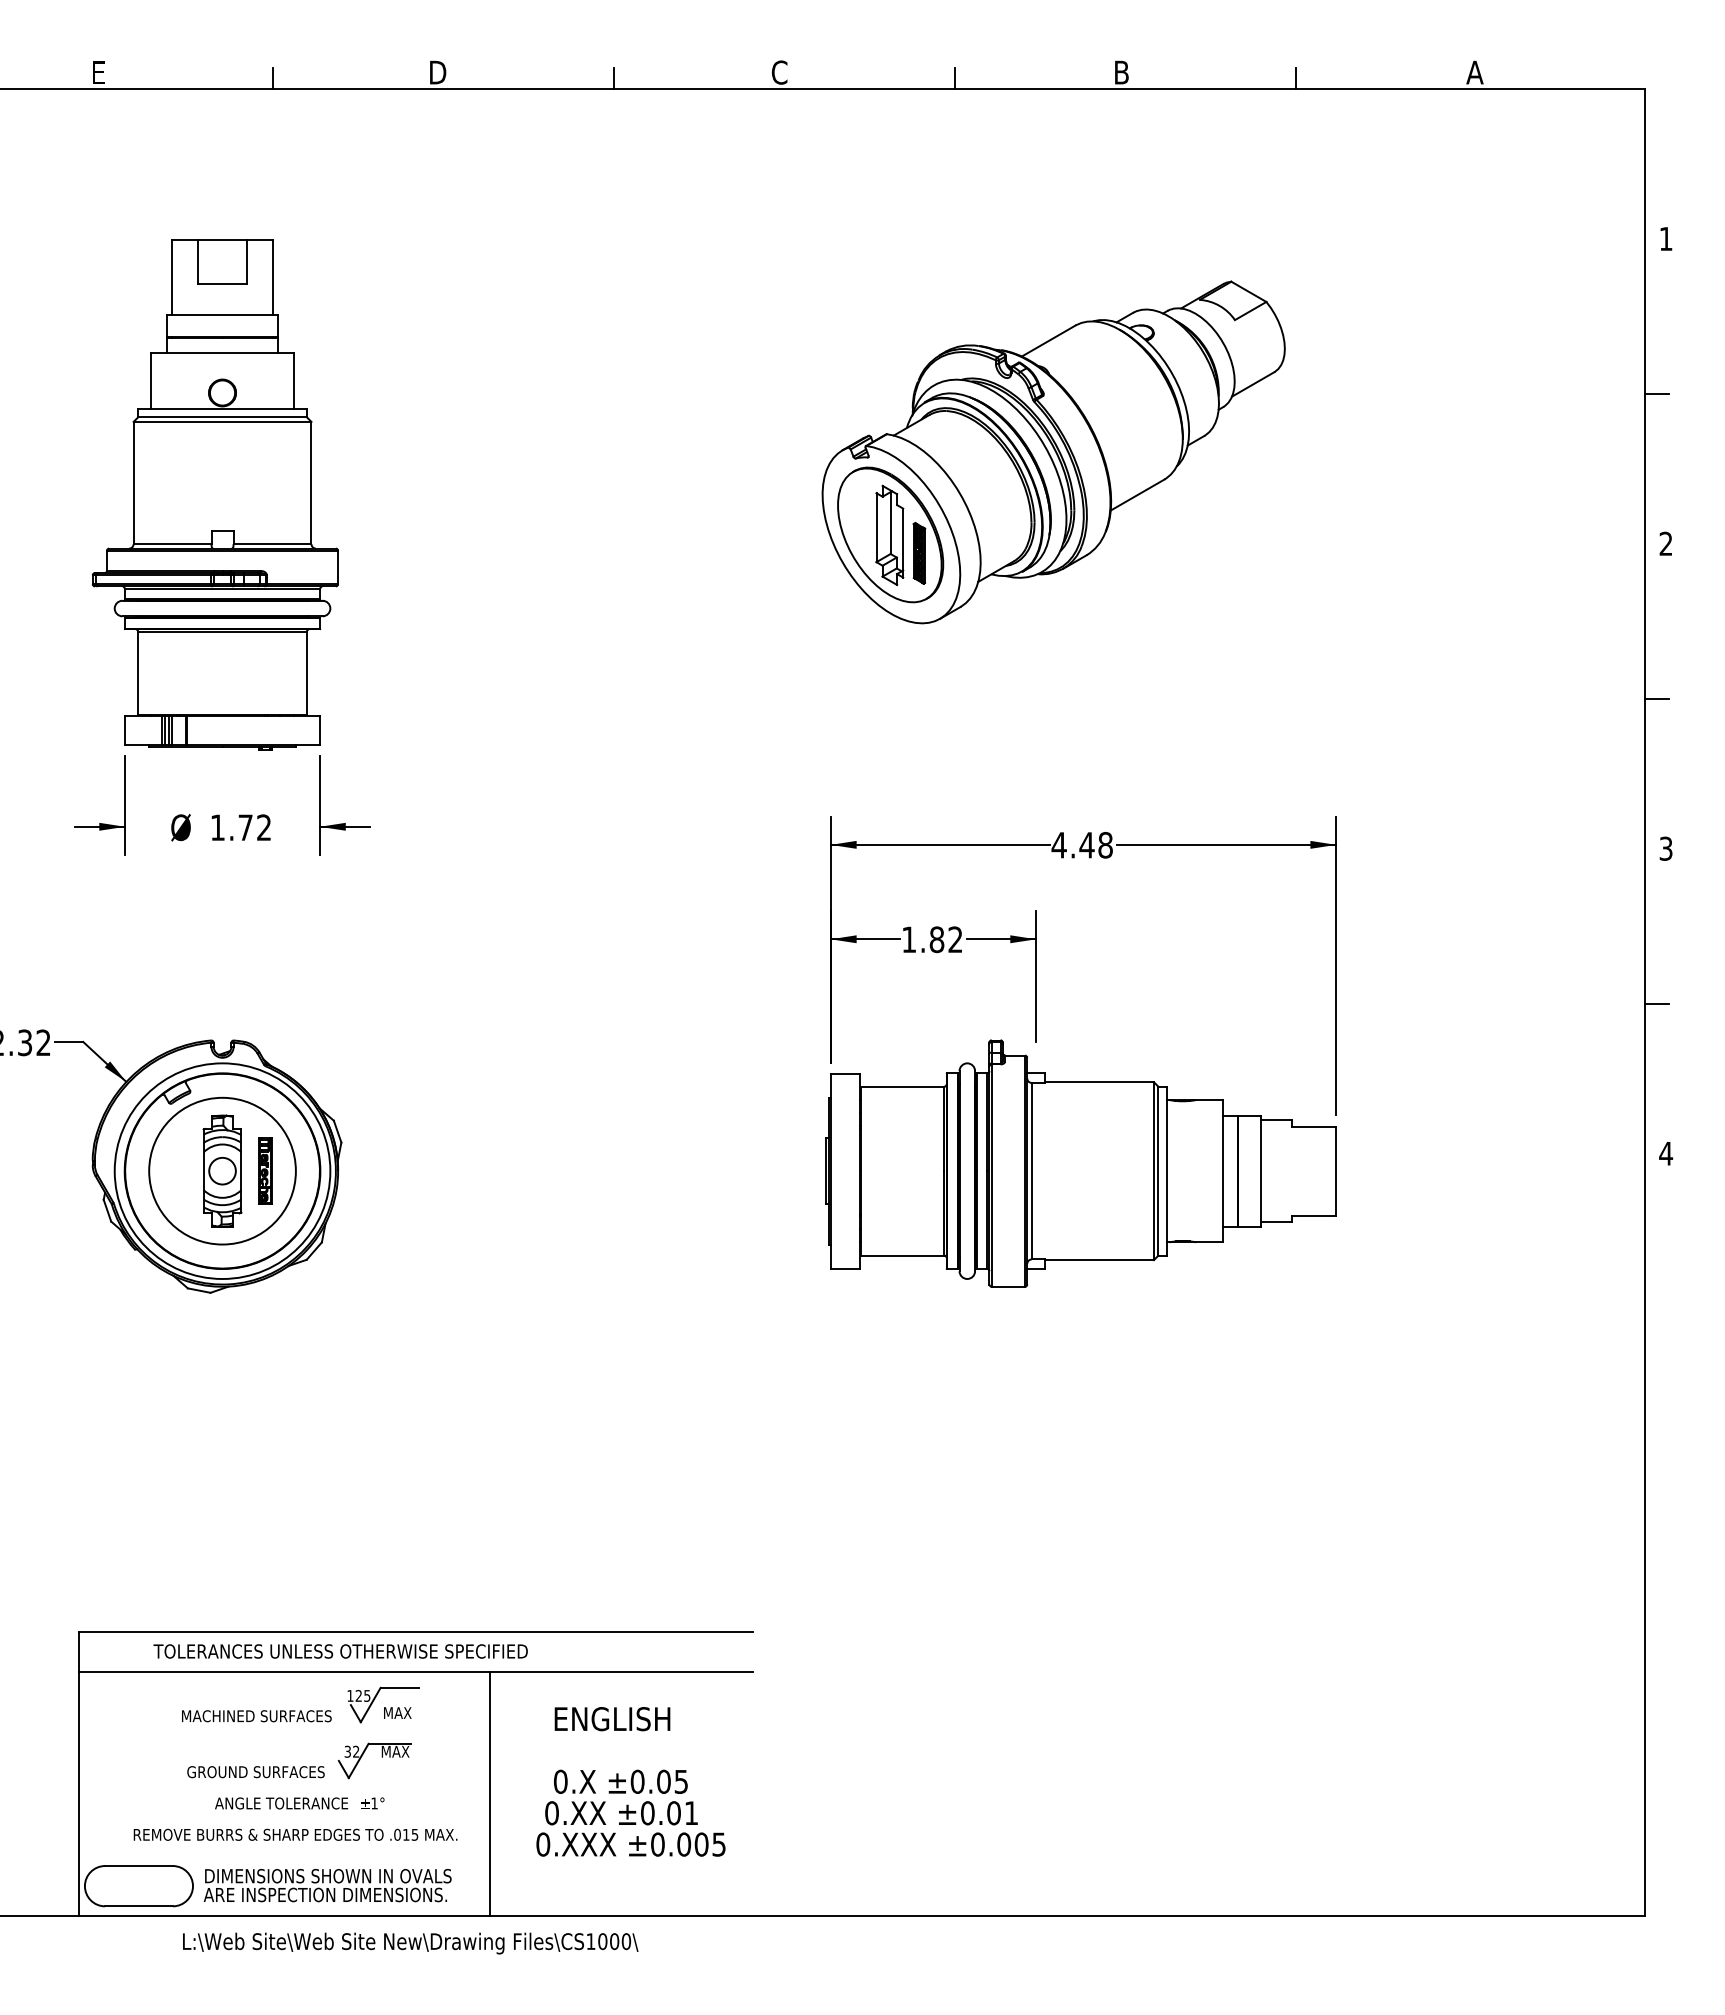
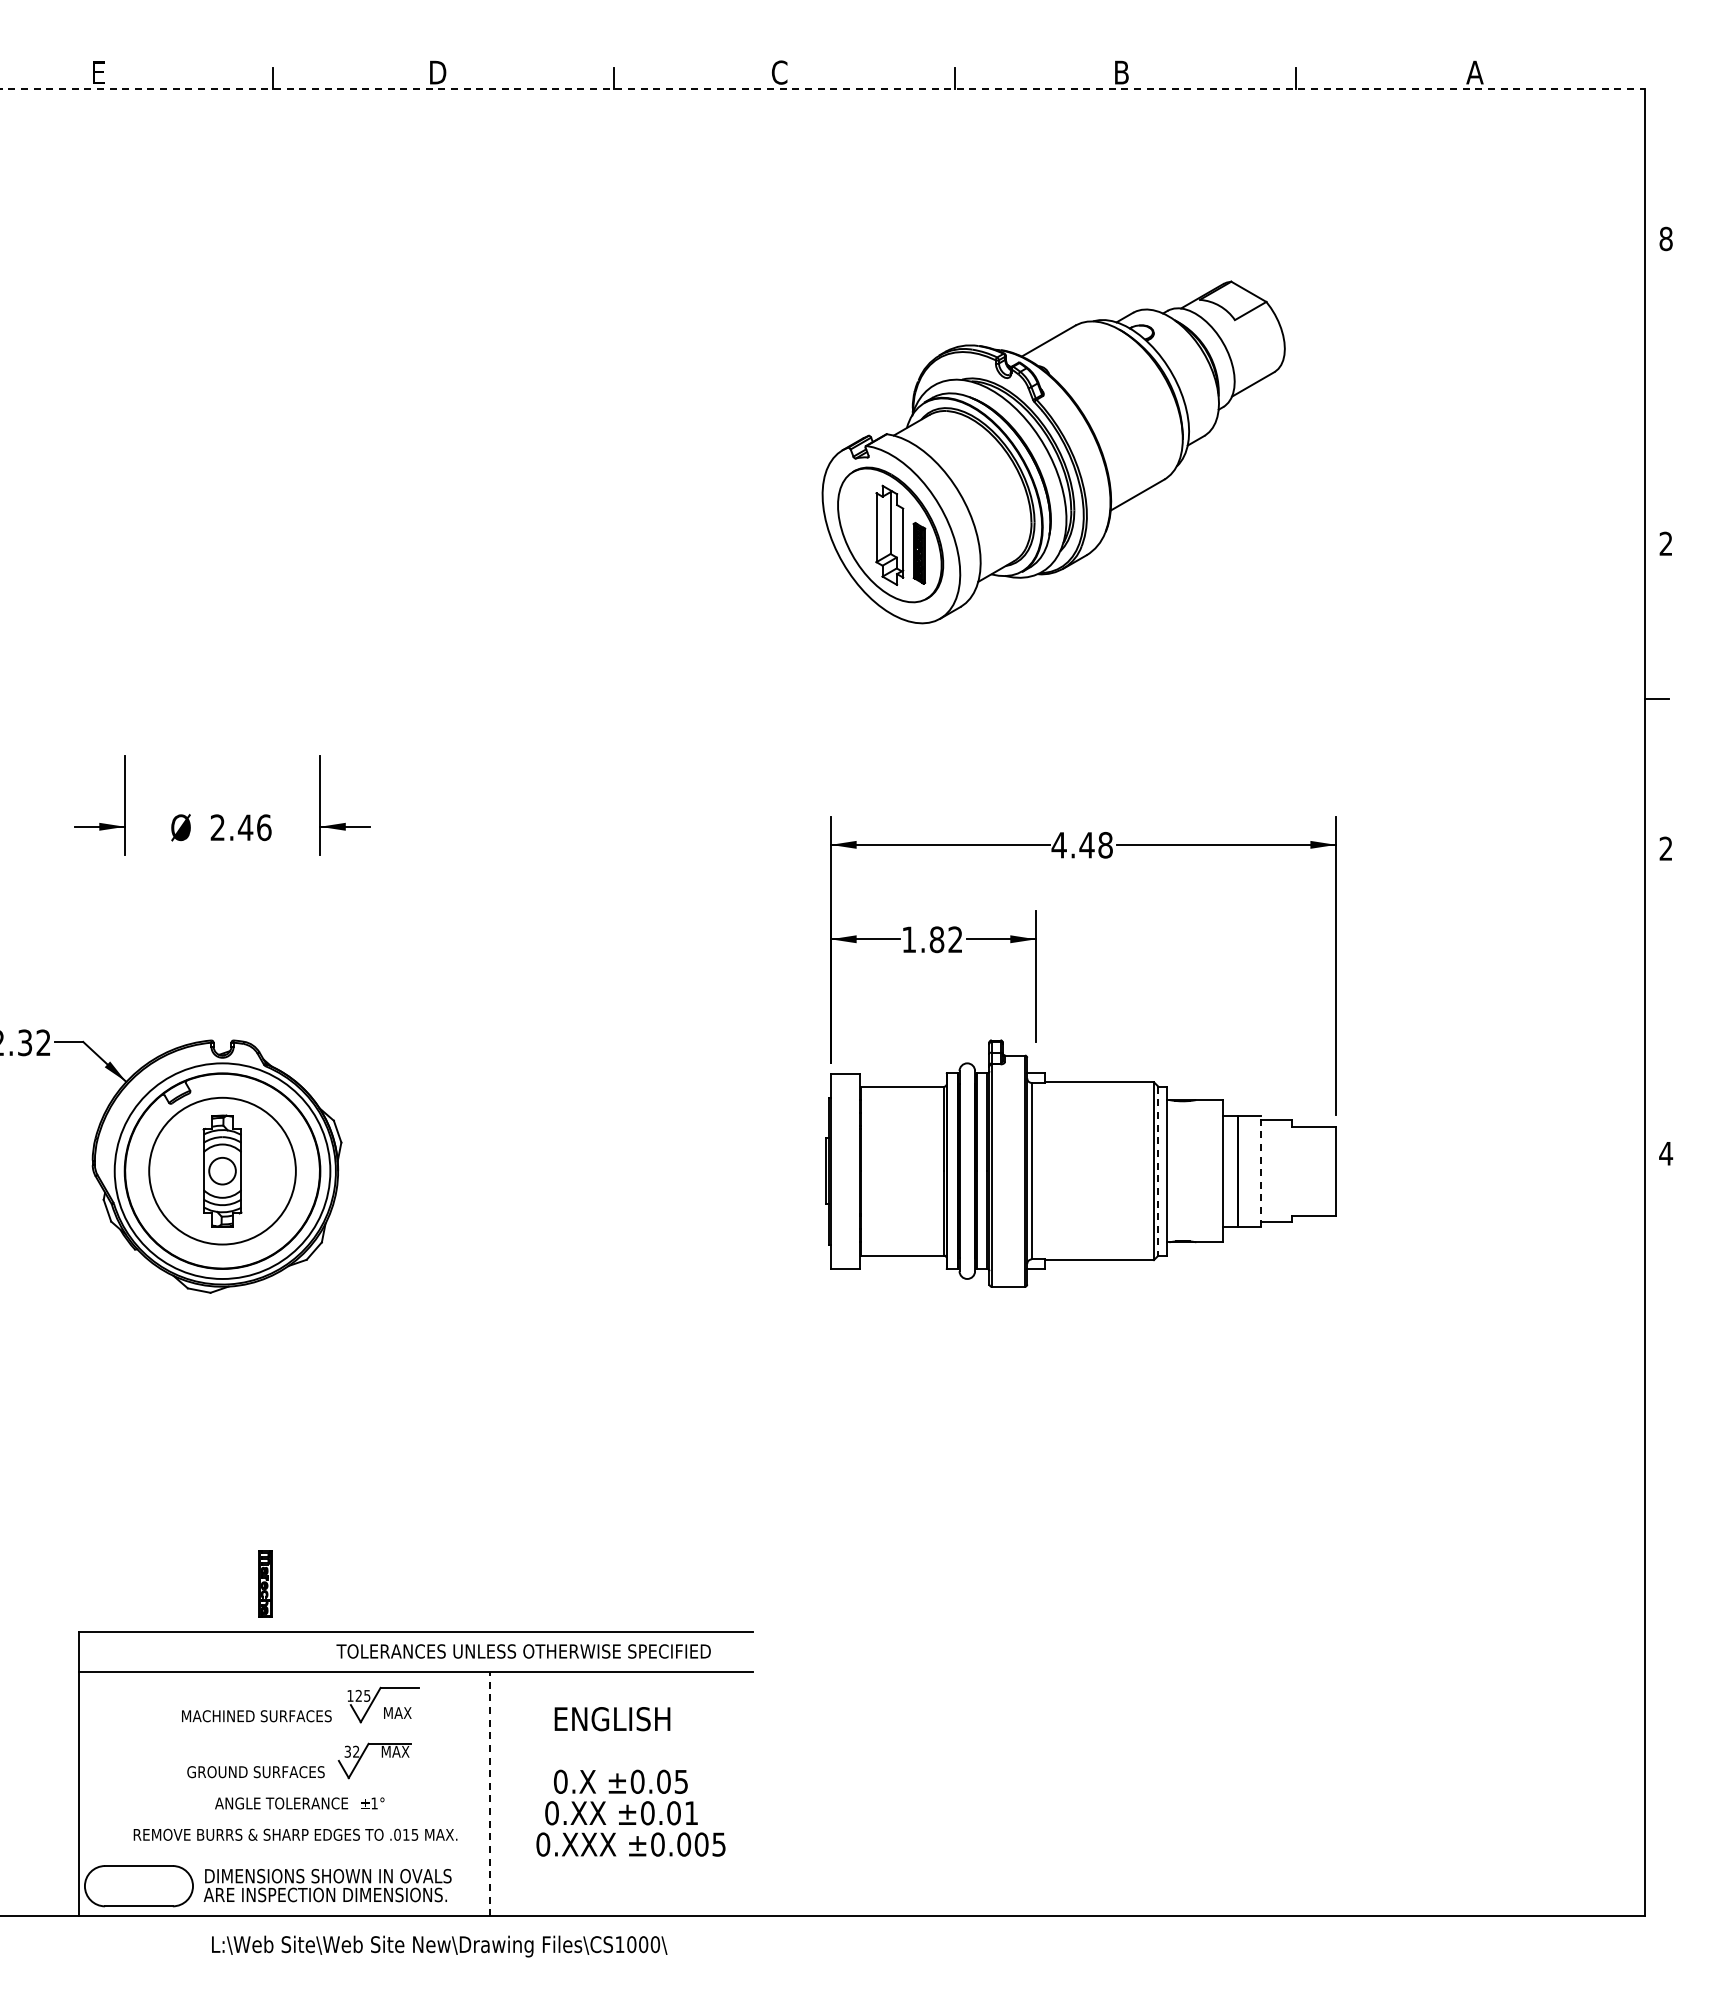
line at (823, 88): solid -> dashed
text at (1665, 238): 1 -> 8
line at (1657, 393): present -> none
part at (214, 494): present -> none
text at (240, 827): 1.72 -> 2.46
text at (1665, 848): 3 -> 2
line at (1657, 1003): present -> none
part at (265, 1170) position: (265, 1170) -> (265, 1583)
line at (1158, 1171): solid -> dashed
line at (1260, 1171): solid -> dashed
text at (340, 1651) position: (340, 1651) -> (523, 1651)
line at (489, 1794): solid -> dashed
text at (410, 1943) position: (410, 1943) -> (439, 1946)
